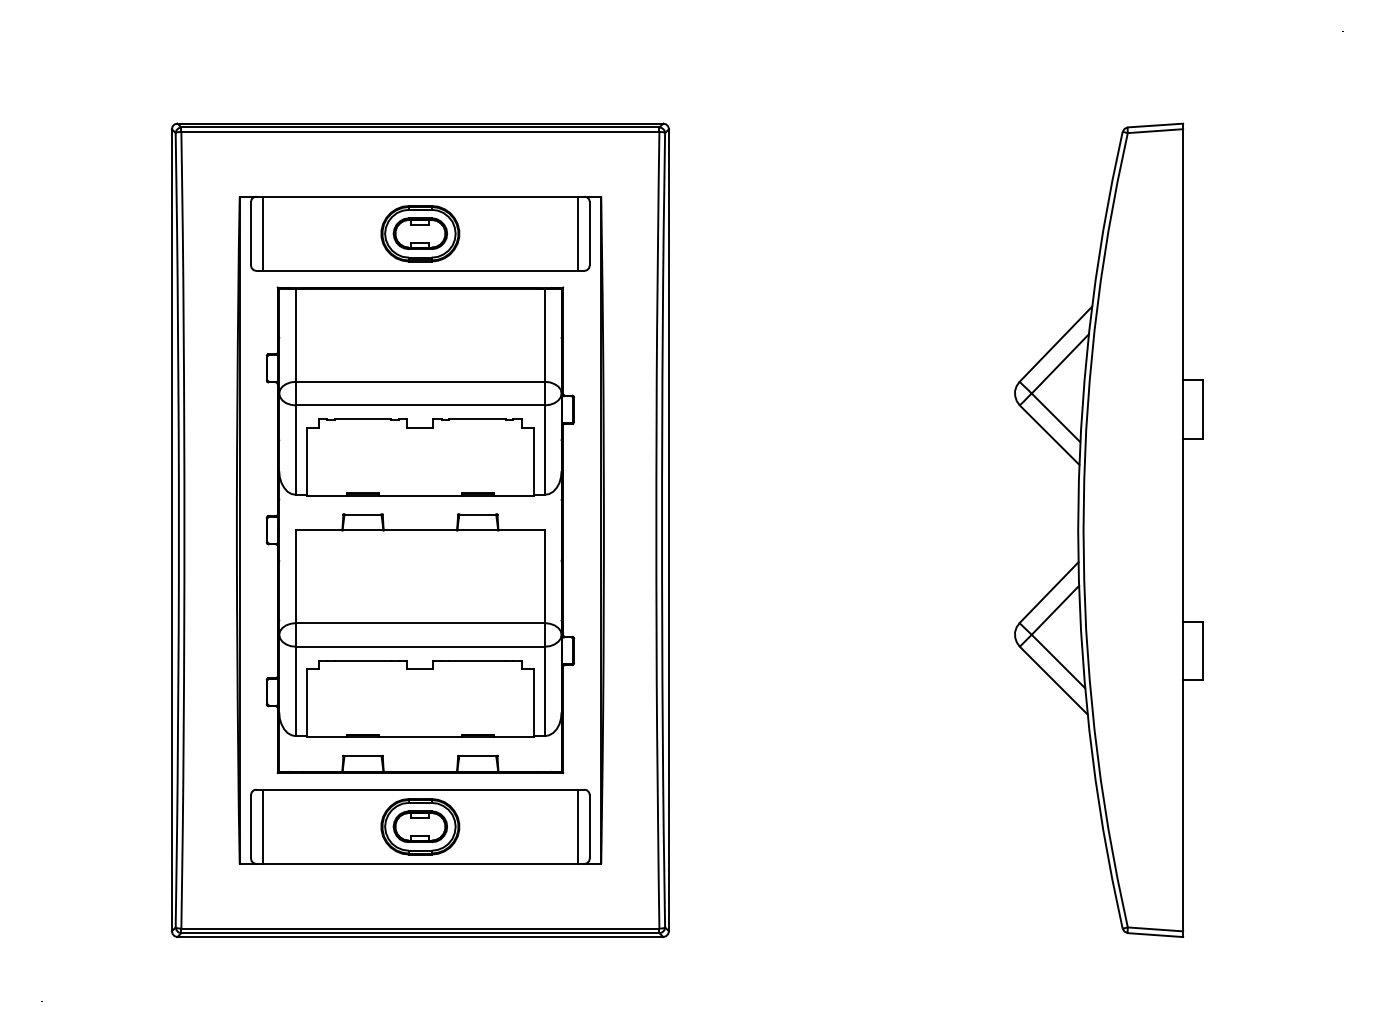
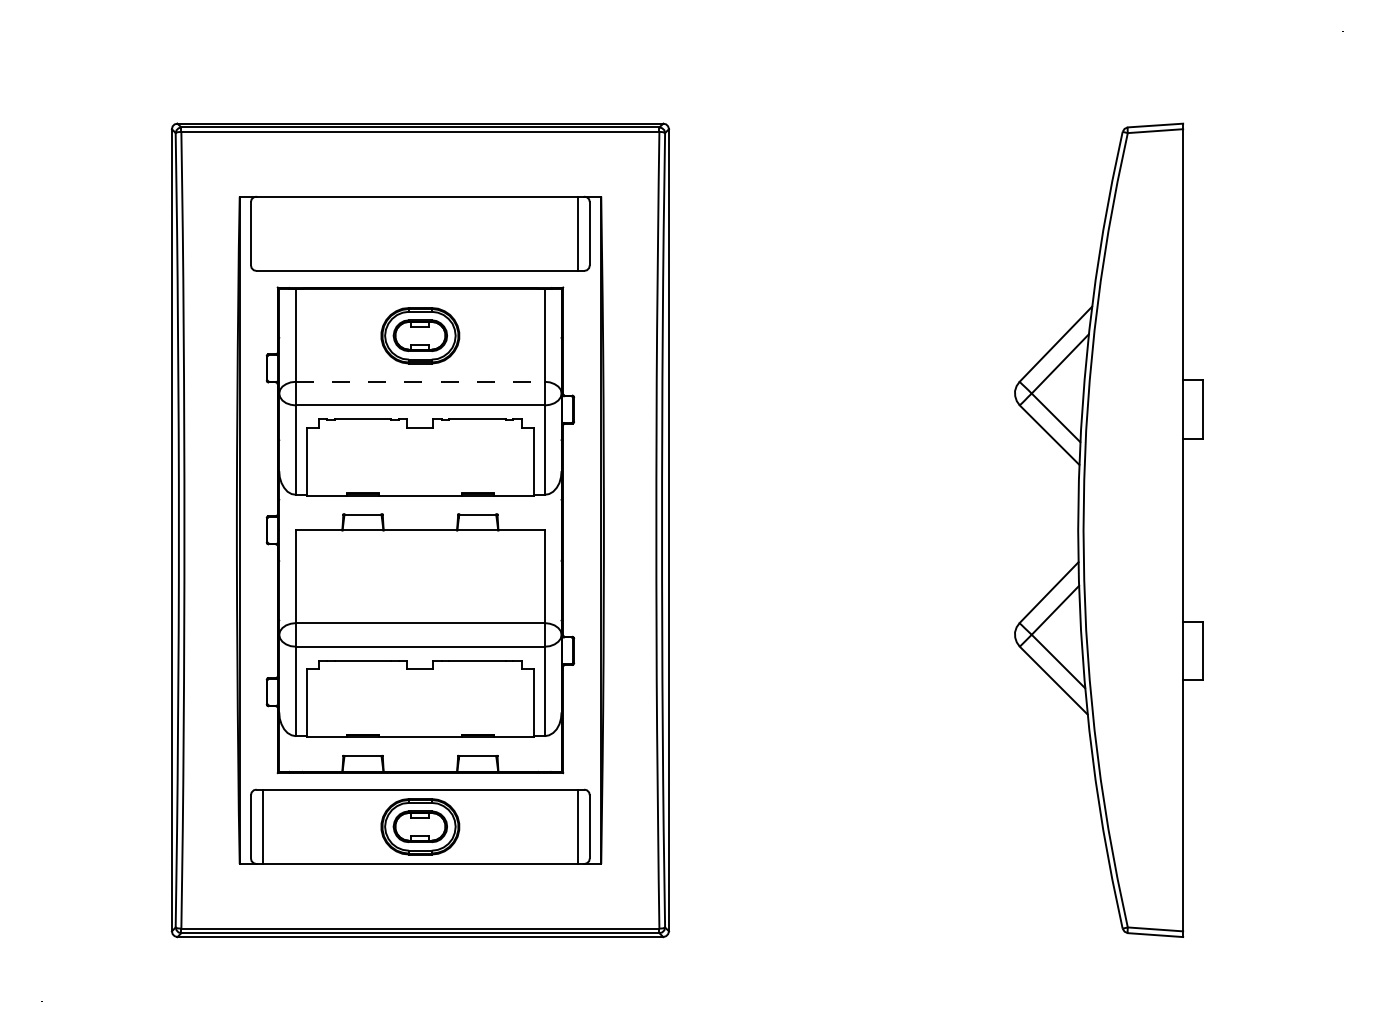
line at (262, 233): present -> none
part at (420, 233) position: (420, 233) -> (420, 335)
line at (420, 381): solid -> dashed
